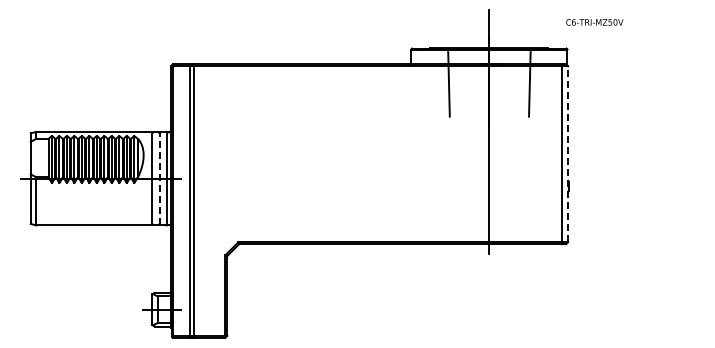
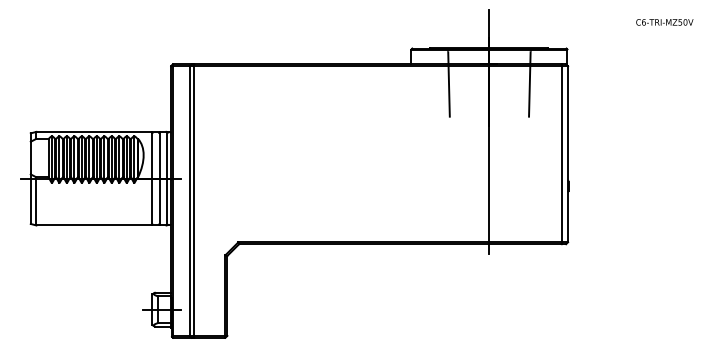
text at (594, 22) position: (594, 22) -> (664, 22)
line at (568, 154): dashed -> solid
line at (159, 178): dashed -> solid
